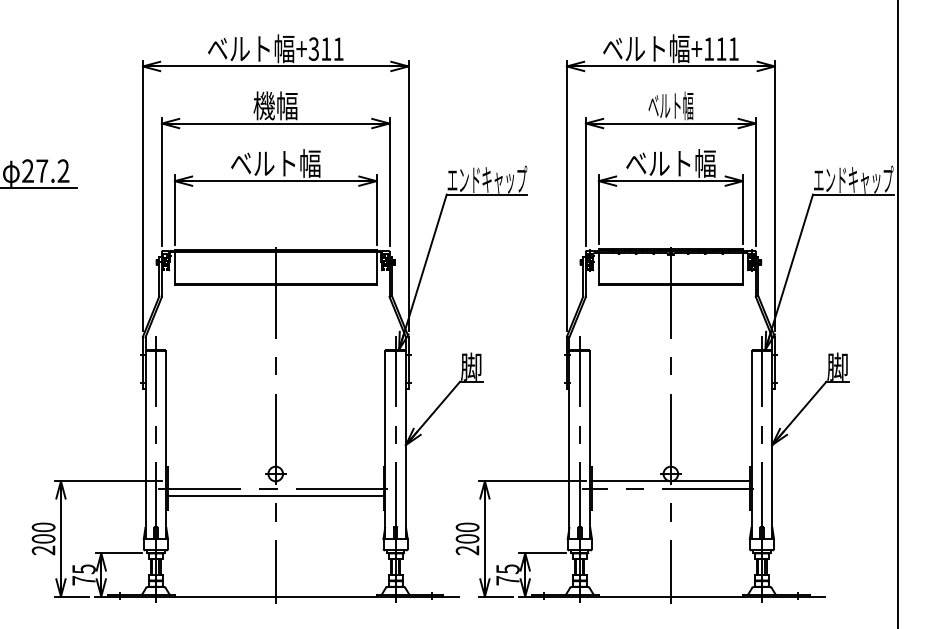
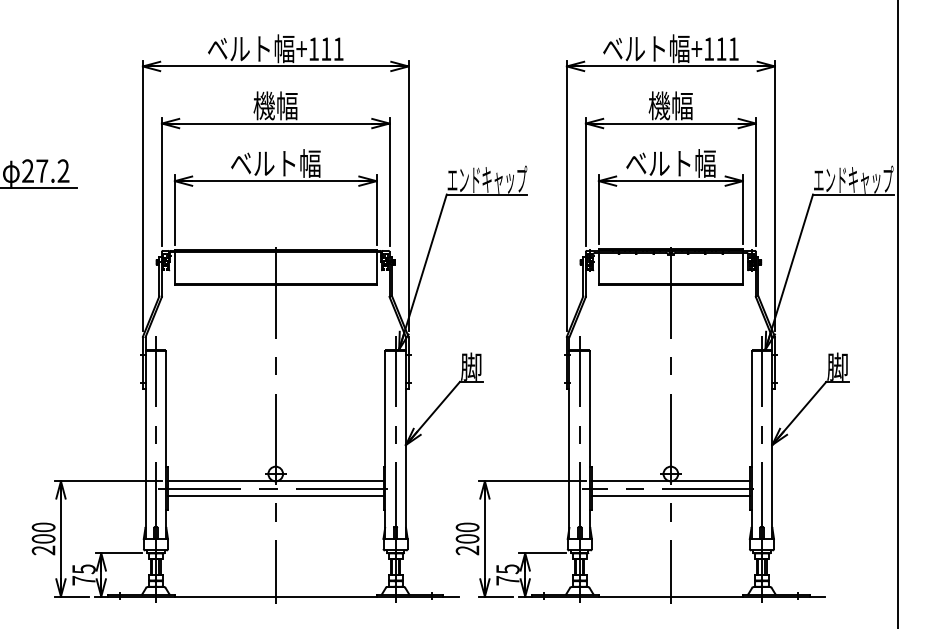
text at (313, 48): +311 -> +111
text at (670, 105): ベルト幅 -> 機幅
line at (275, 481): none -> present
line at (670, 495): none -> present
